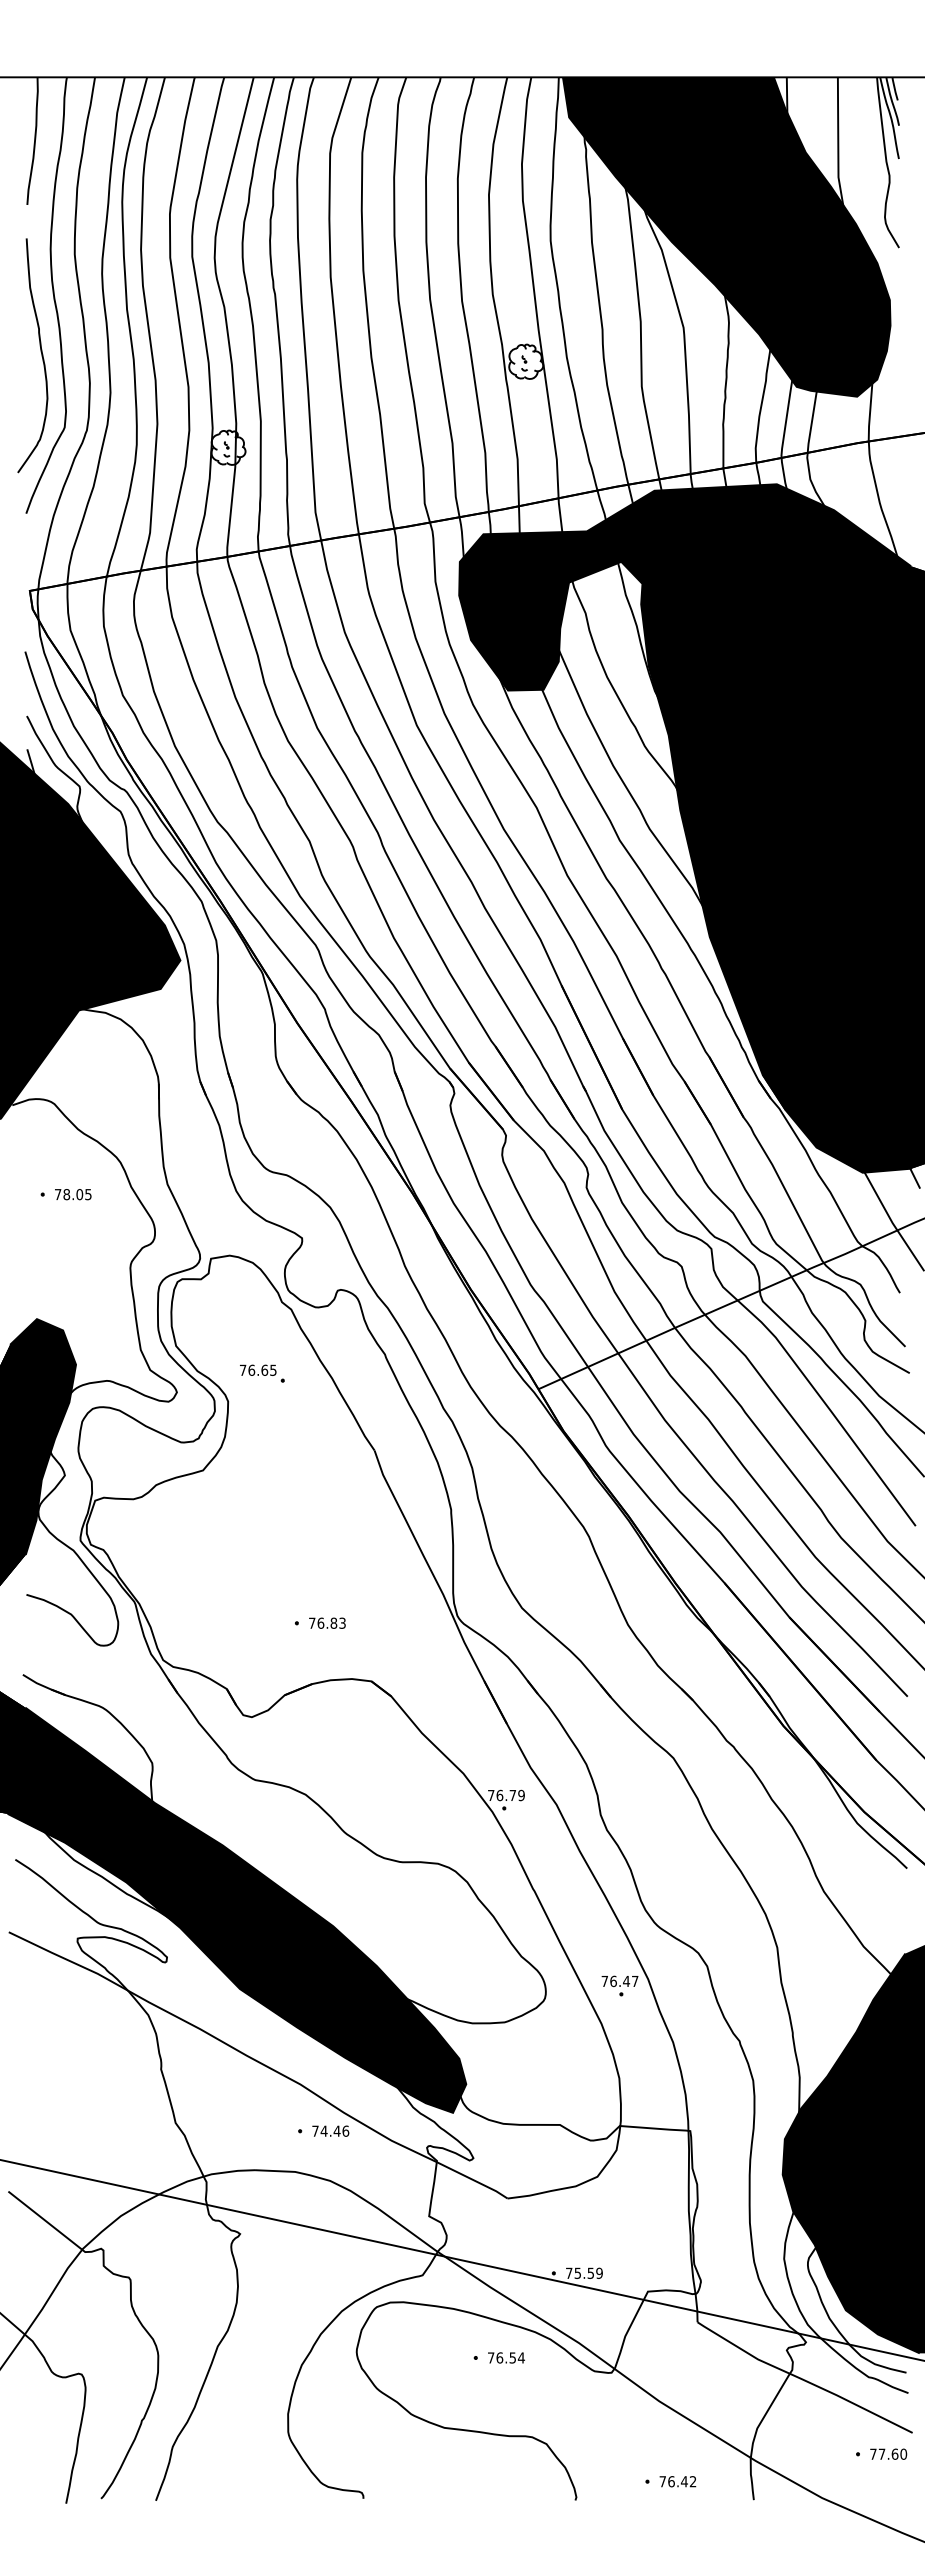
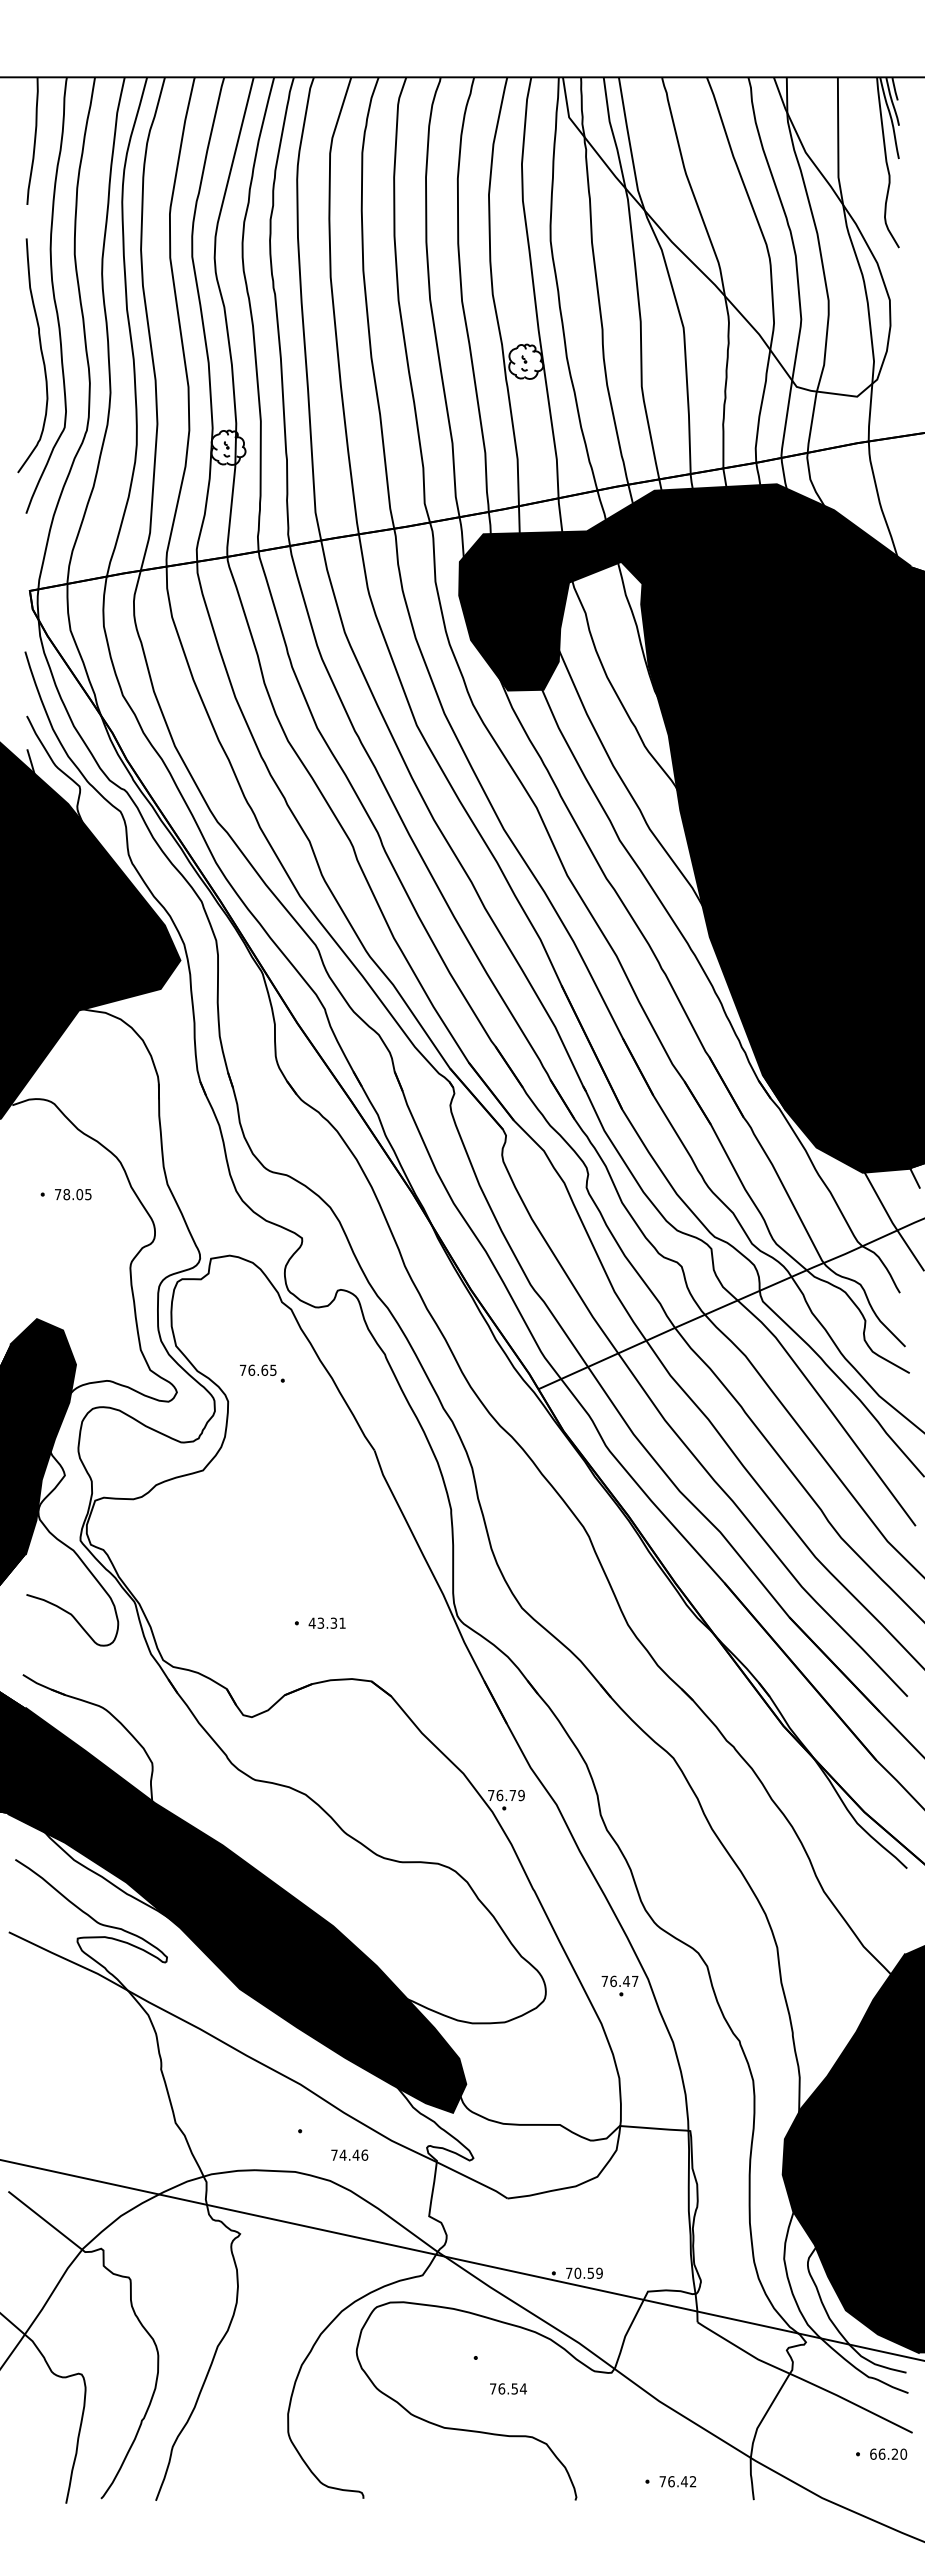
fill at (726, 236): present -> none
text at (326, 1622): 76.83 -> 43.31
text at (330, 2130) position: (330, 2130) -> (349, 2154)
text at (577, 2272): 75.59 -> 70.59
text at (506, 2357) position: (506, 2357) -> (508, 2388)
text at (884, 2453): 77.60 -> 66.20
